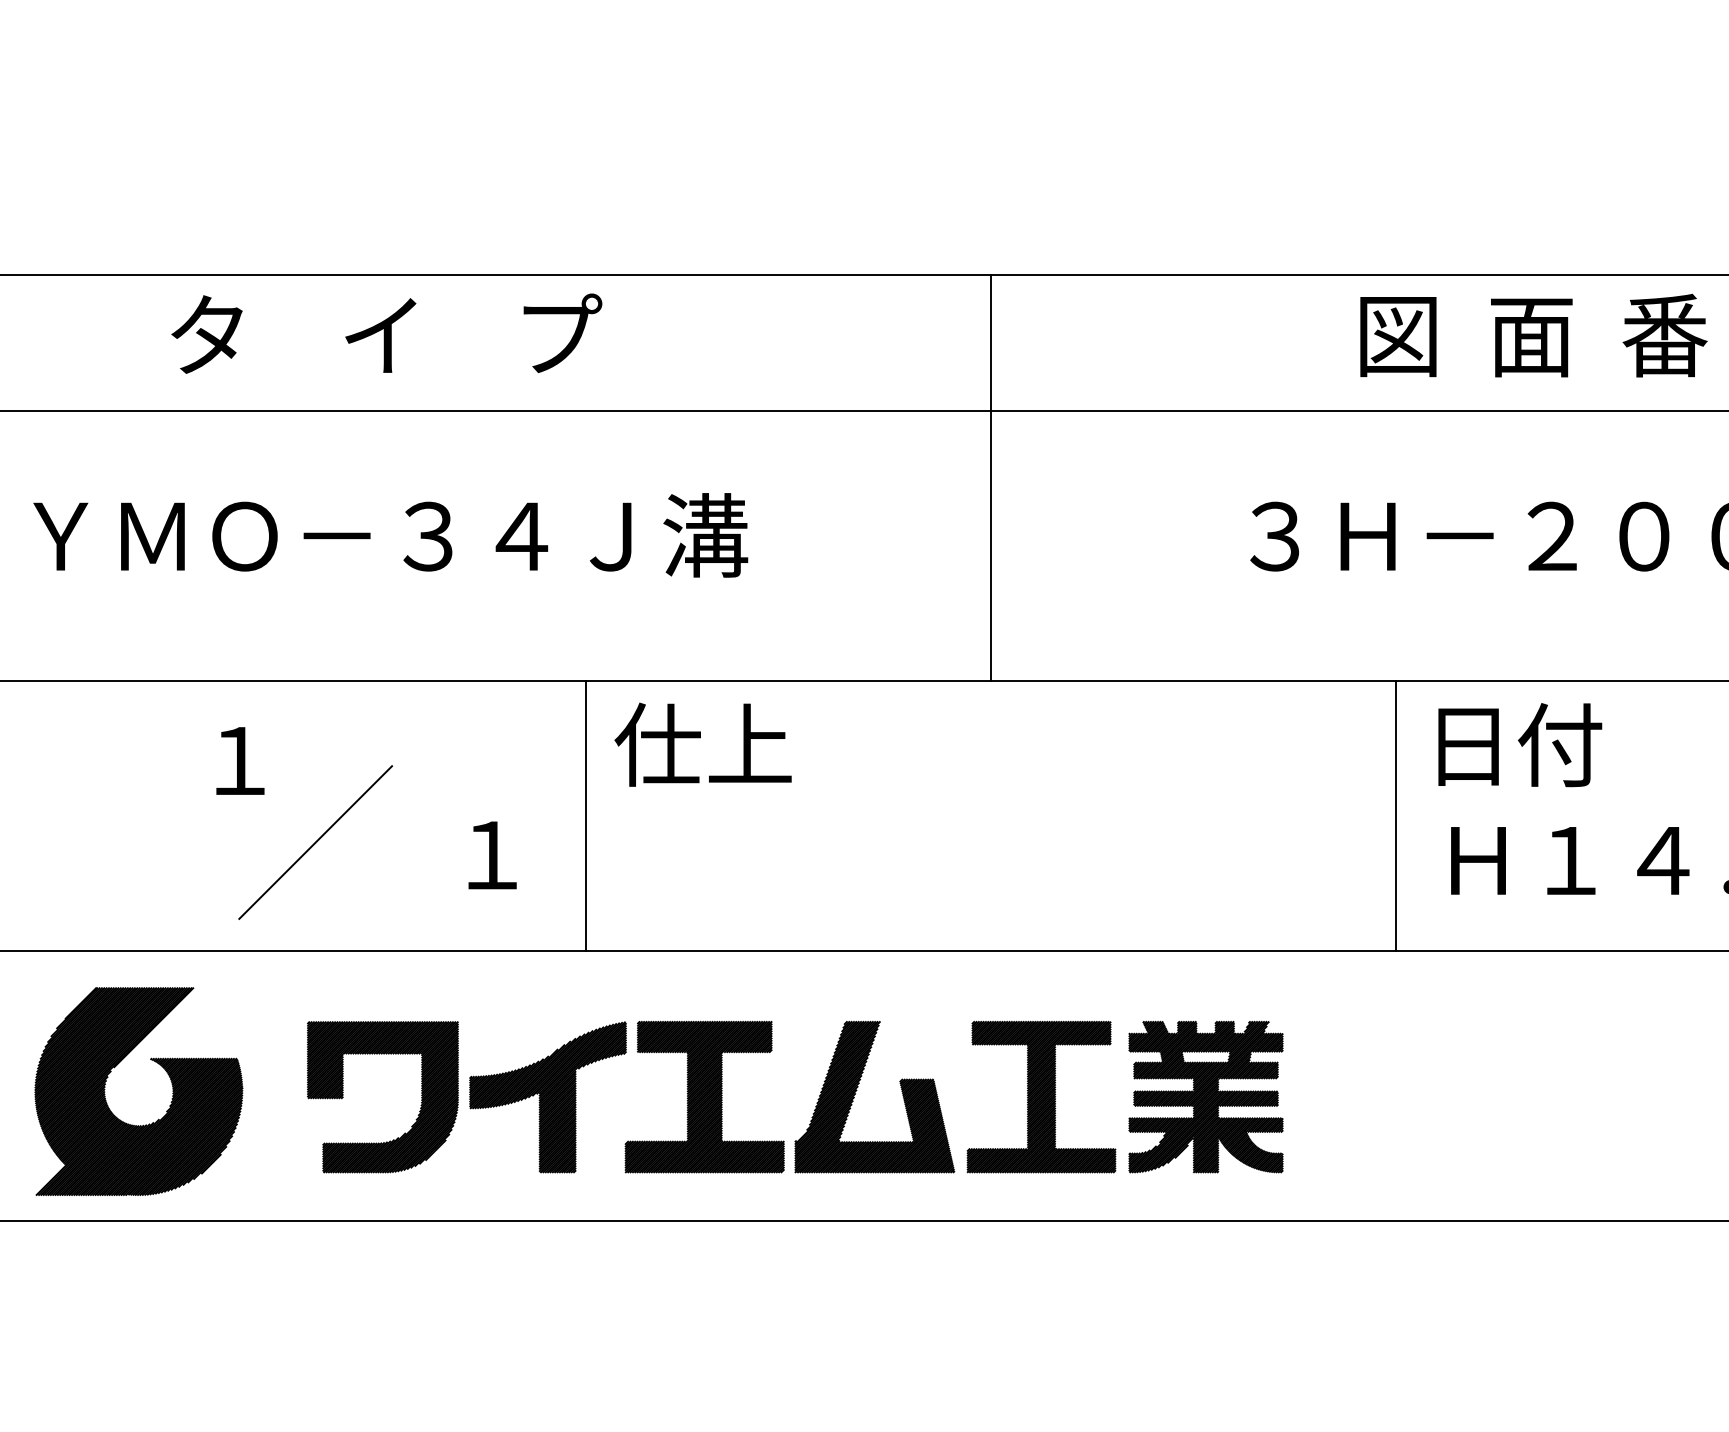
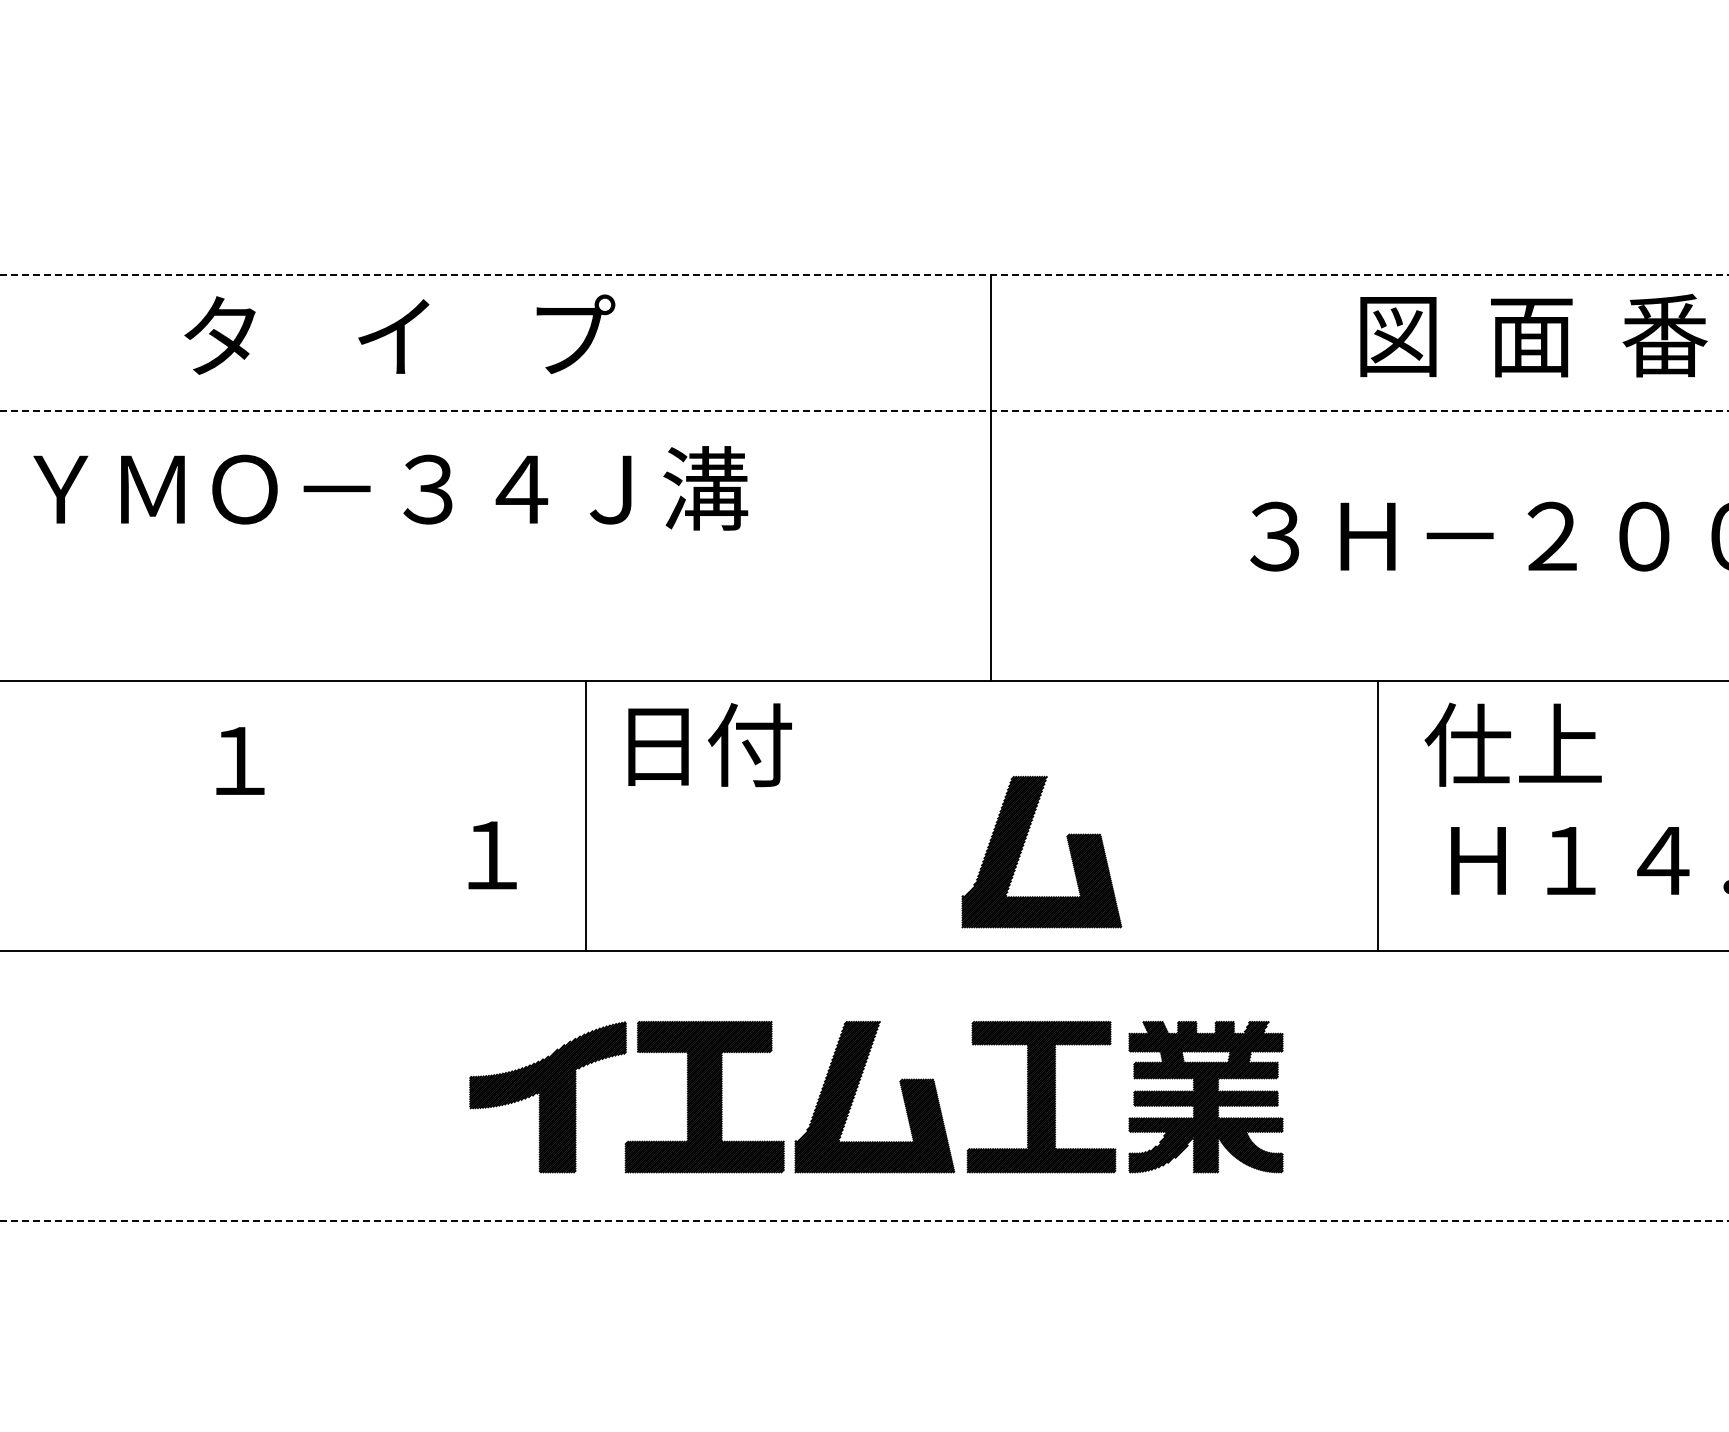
line at (864, 275): solid -> dashed
text at (386, 333) position: (386, 333) -> (399, 334)
line at (864, 410): solid -> dashed
text at (390, 535) position: (390, 535) -> (390, 488)
text at (702, 744): 仕上 -> 日付
text at (1513, 744): 日付 -> 仕上
line at (1395, 815) position: (1395, 815) -> (1377, 815)
line at (315, 842): present -> none
part at (1024, 845): none -> present
part at (105, 1092): present -> none
part at (420, 1105): present -> none
line at (864, 1220): solid -> dashed
